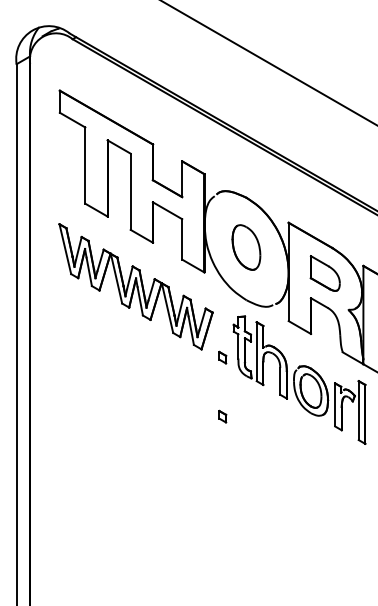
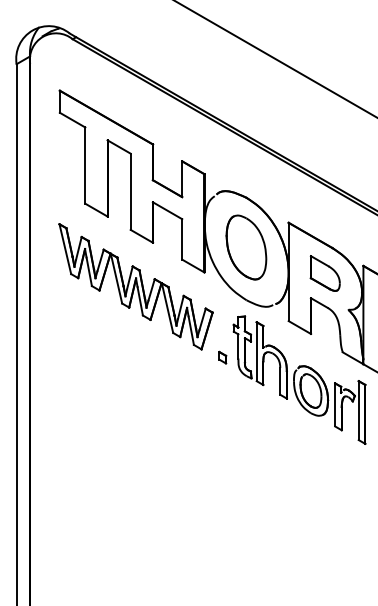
line at (268, 62) position: (268, 62) -> (275, 59)
part at (246, 247) size: 31x47 px -> 43x67 px
part at (222, 416): present -> none
